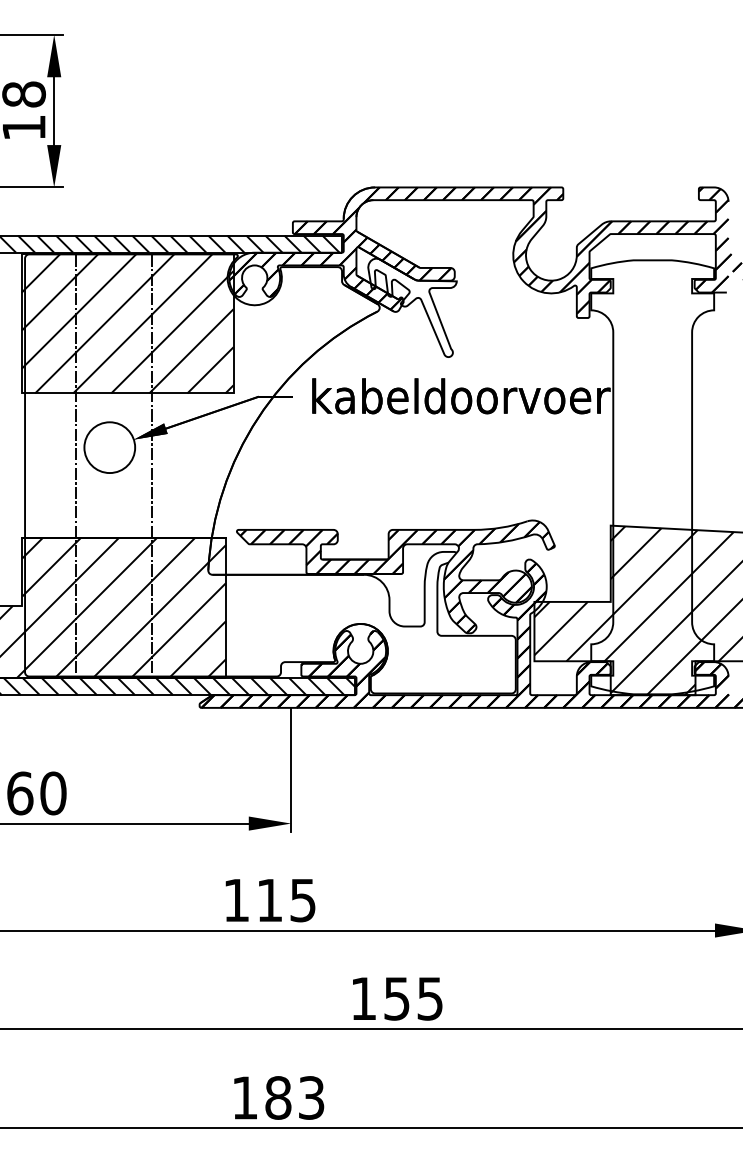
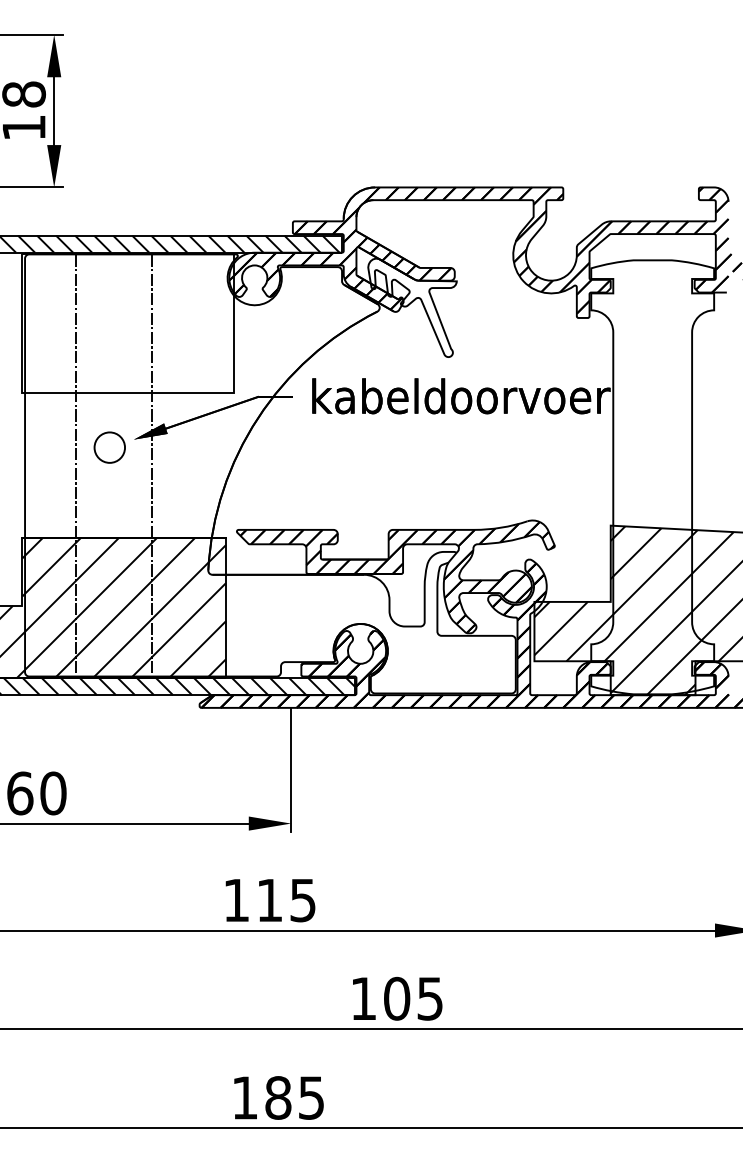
hatch at (127, 323): present -> none
circle at (109, 447) diameter: 51 px -> 30 px
text at (397, 998): 155 -> 105
text at (311, 1097): 183 -> 185
